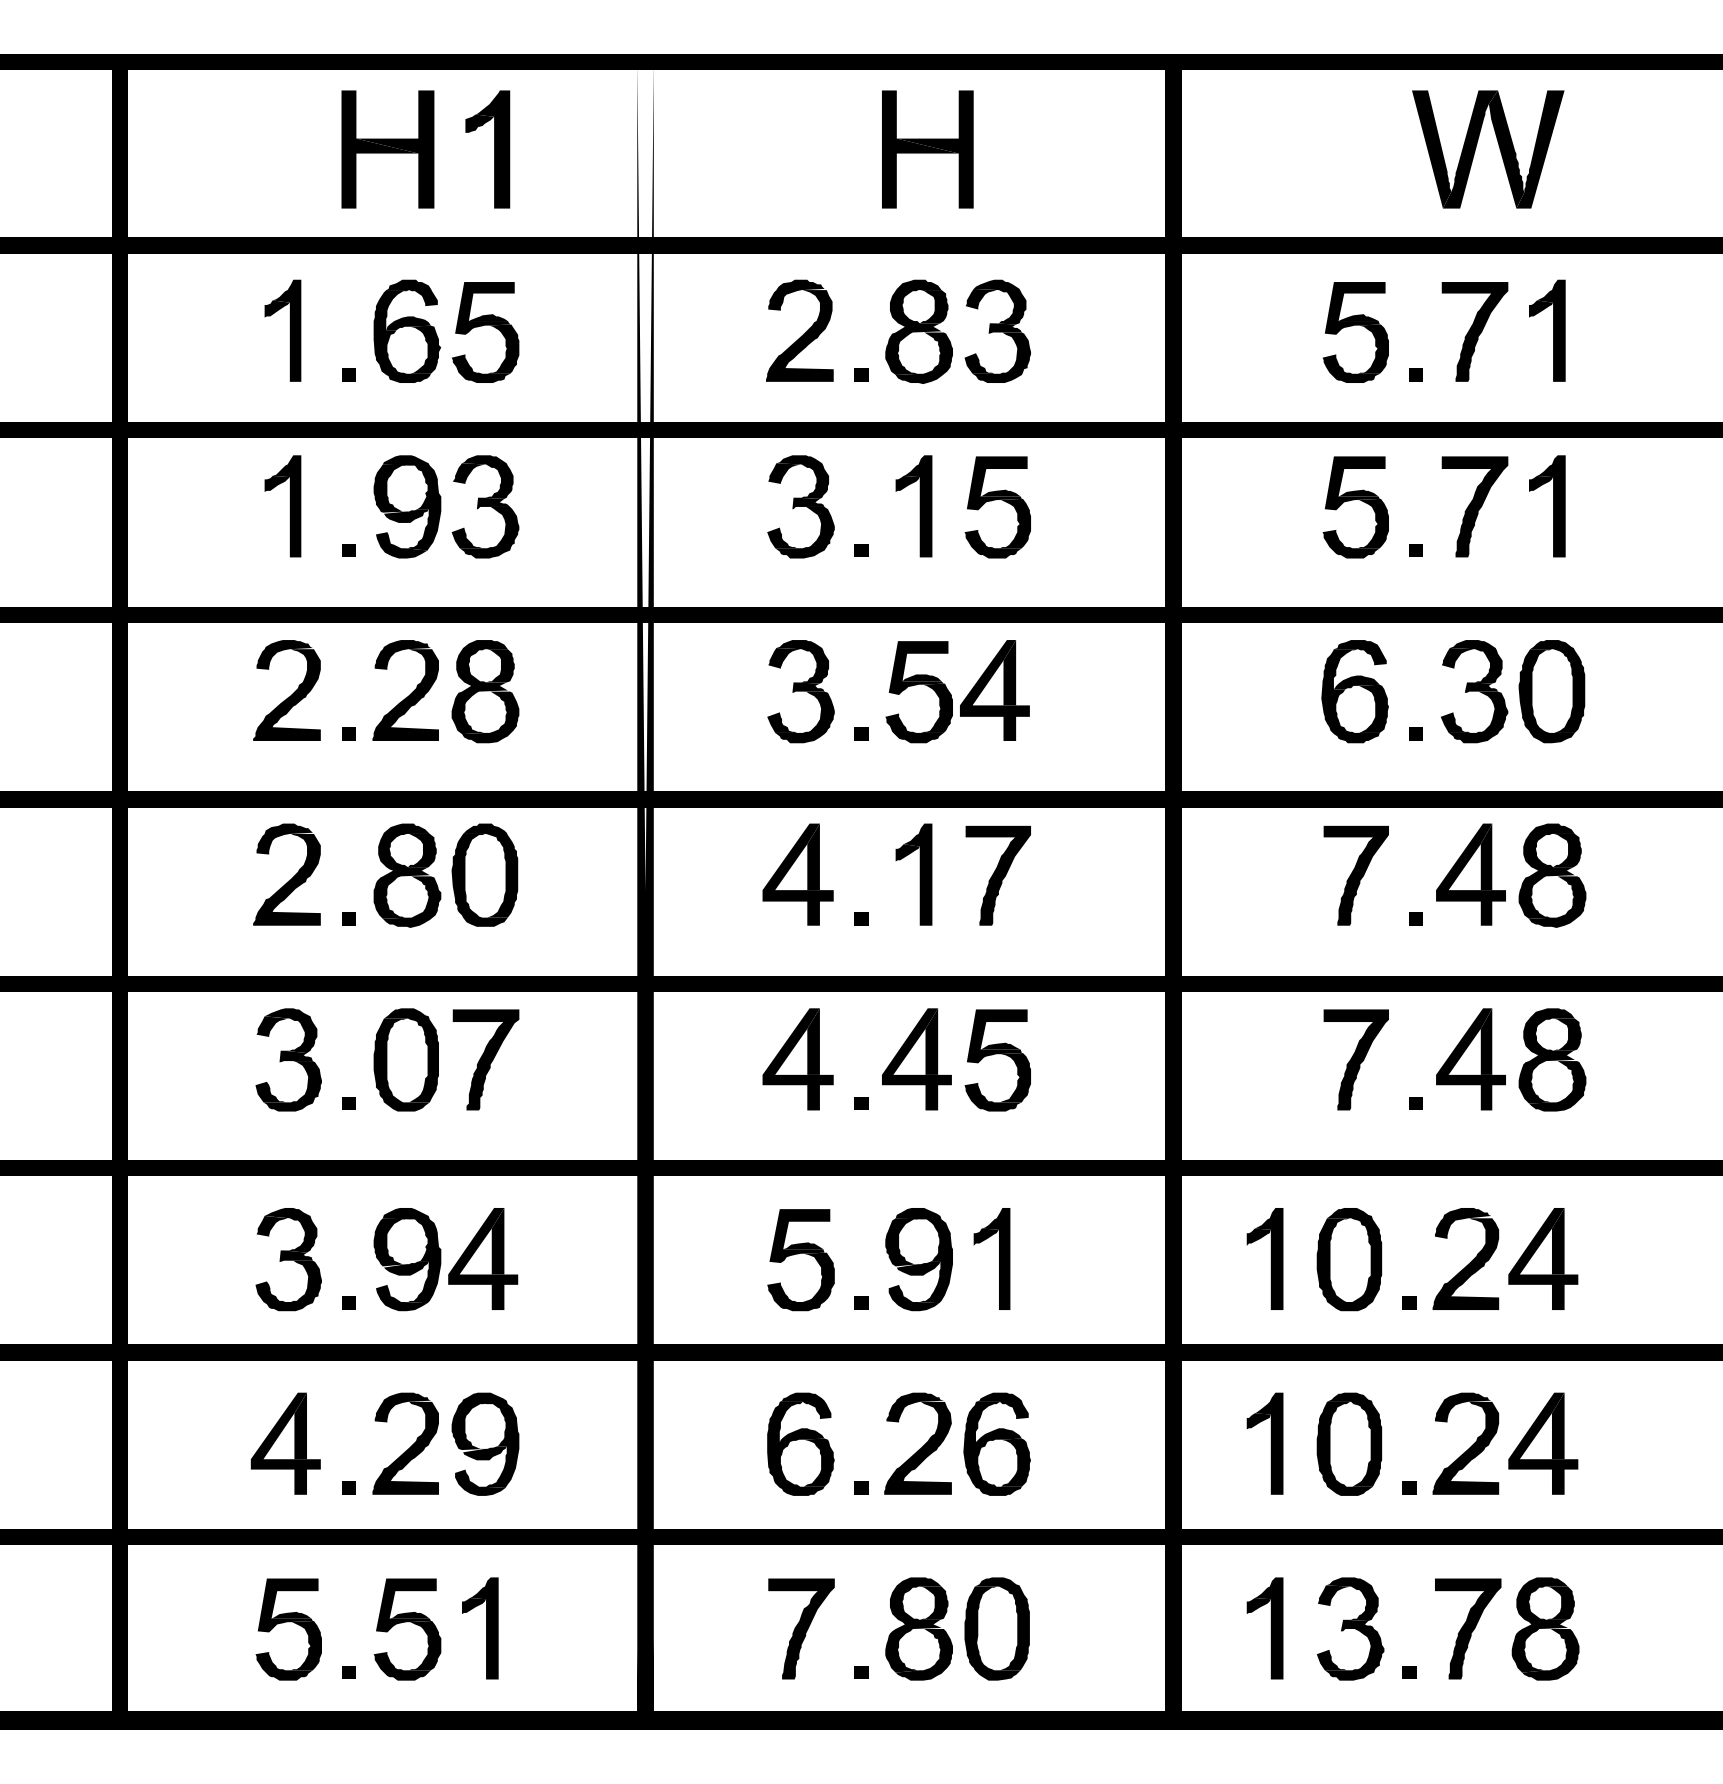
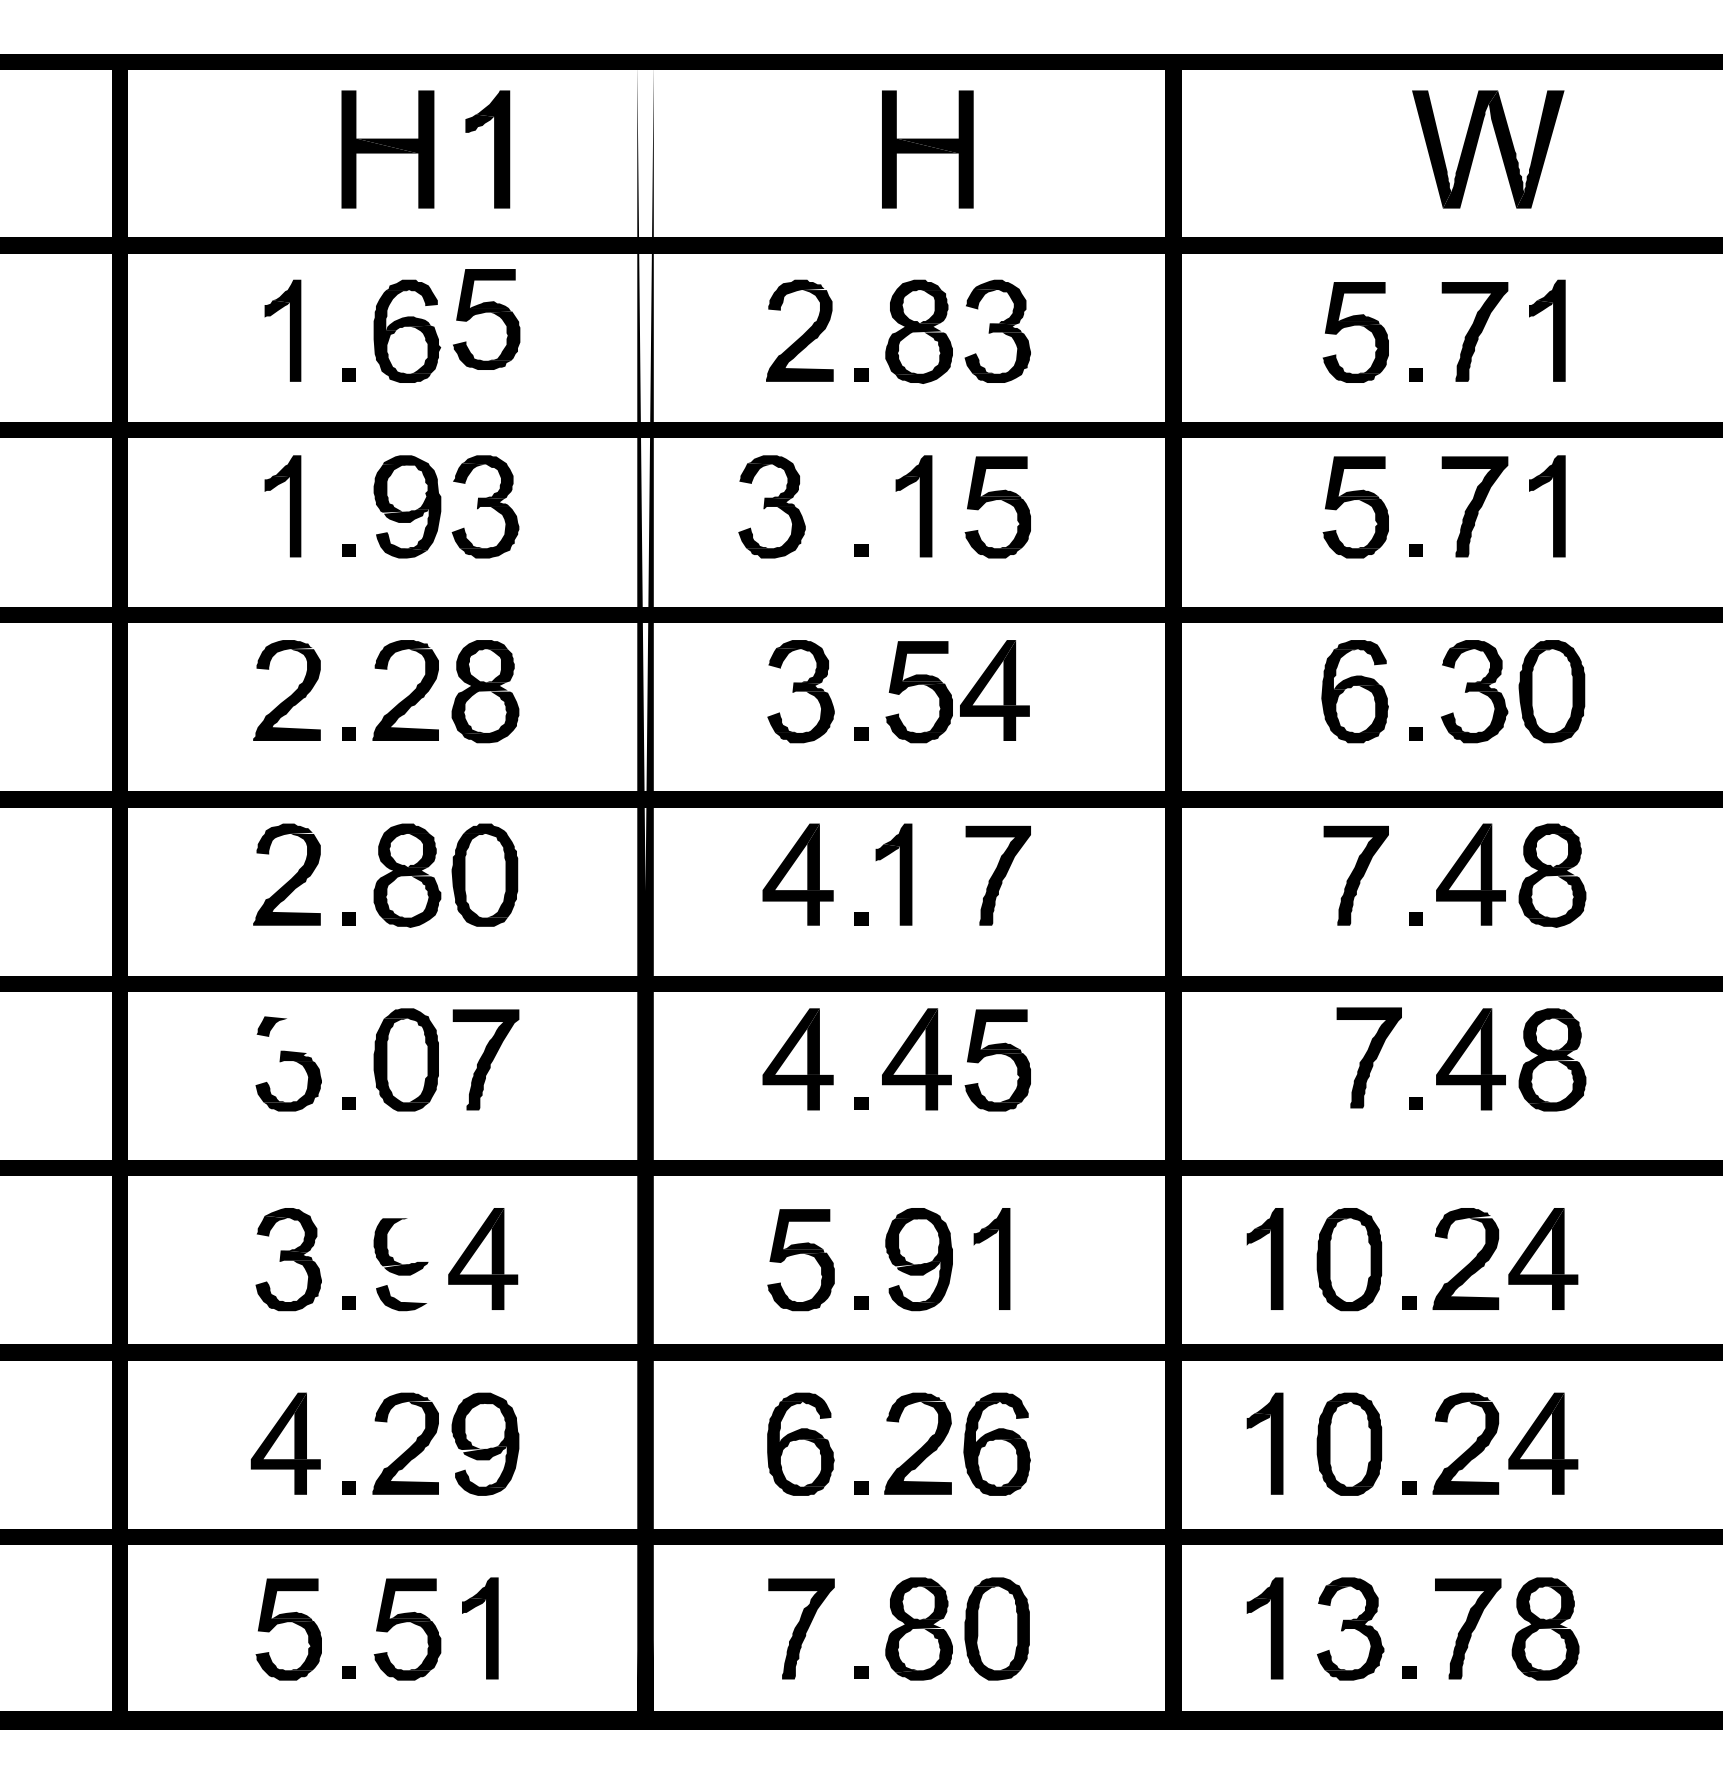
part at (482, 326) position: (482, 326) -> (483, 313)
part at (800, 506) position: (800, 506) -> (771, 506)
part at (913, 874) position: (913, 874) -> (893, 874)
fill at (290, 1030): present -> none
part at (1355, 1059) position: (1355, 1059) -> (1368, 1057)
fill at (411, 1255): present -> none
